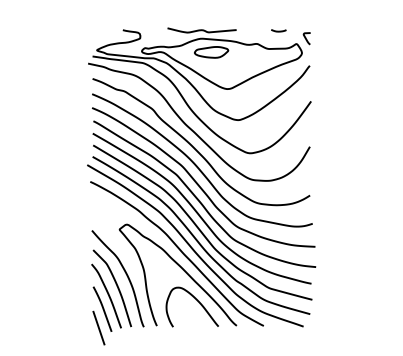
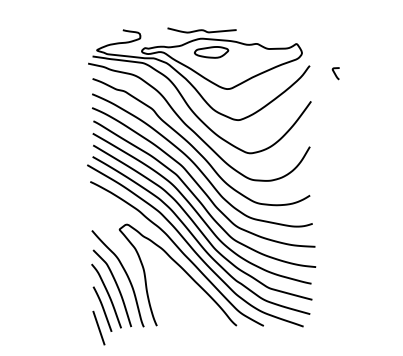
curve at (278, 30): present -> none
curve at (306, 38) position: (306, 38) -> (335, 73)
curve at (196, 300): present -> none
